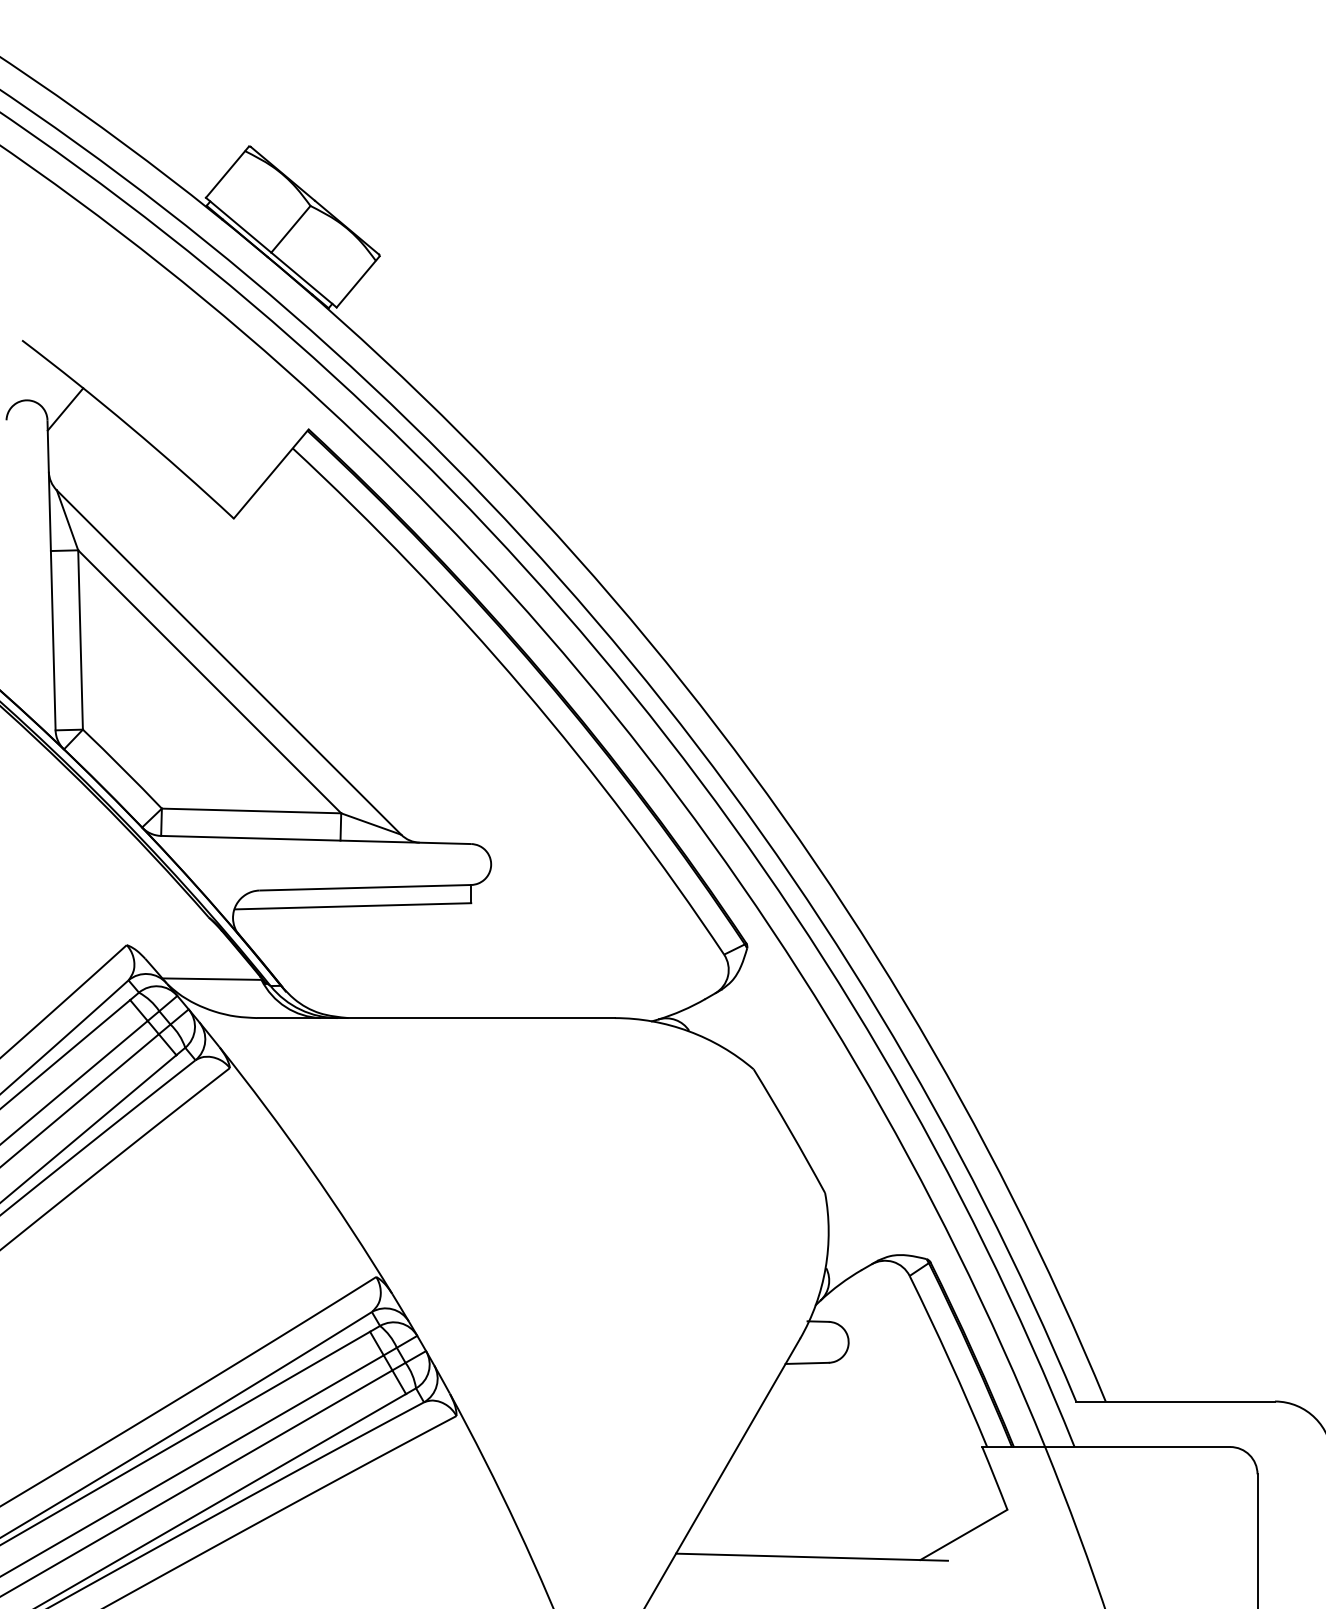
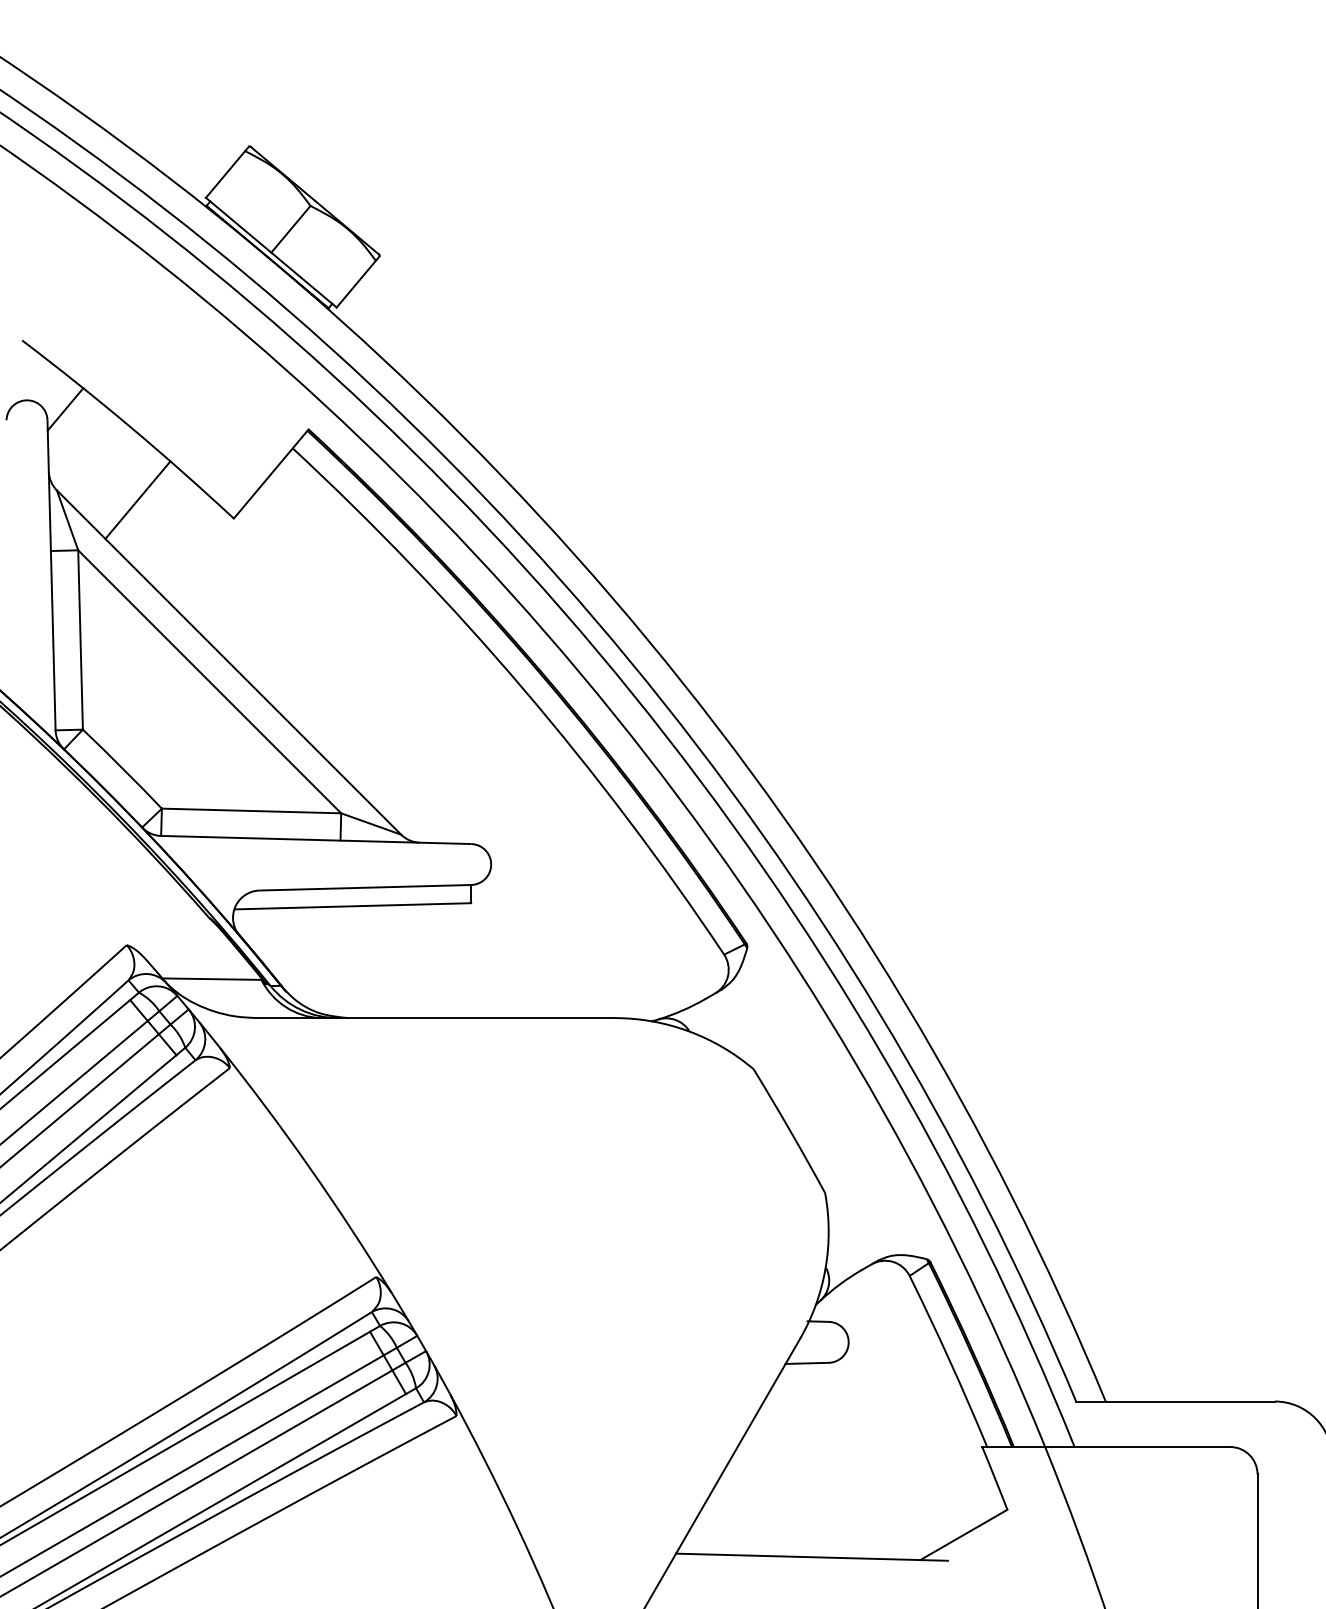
line at (137, 499): none -> present
